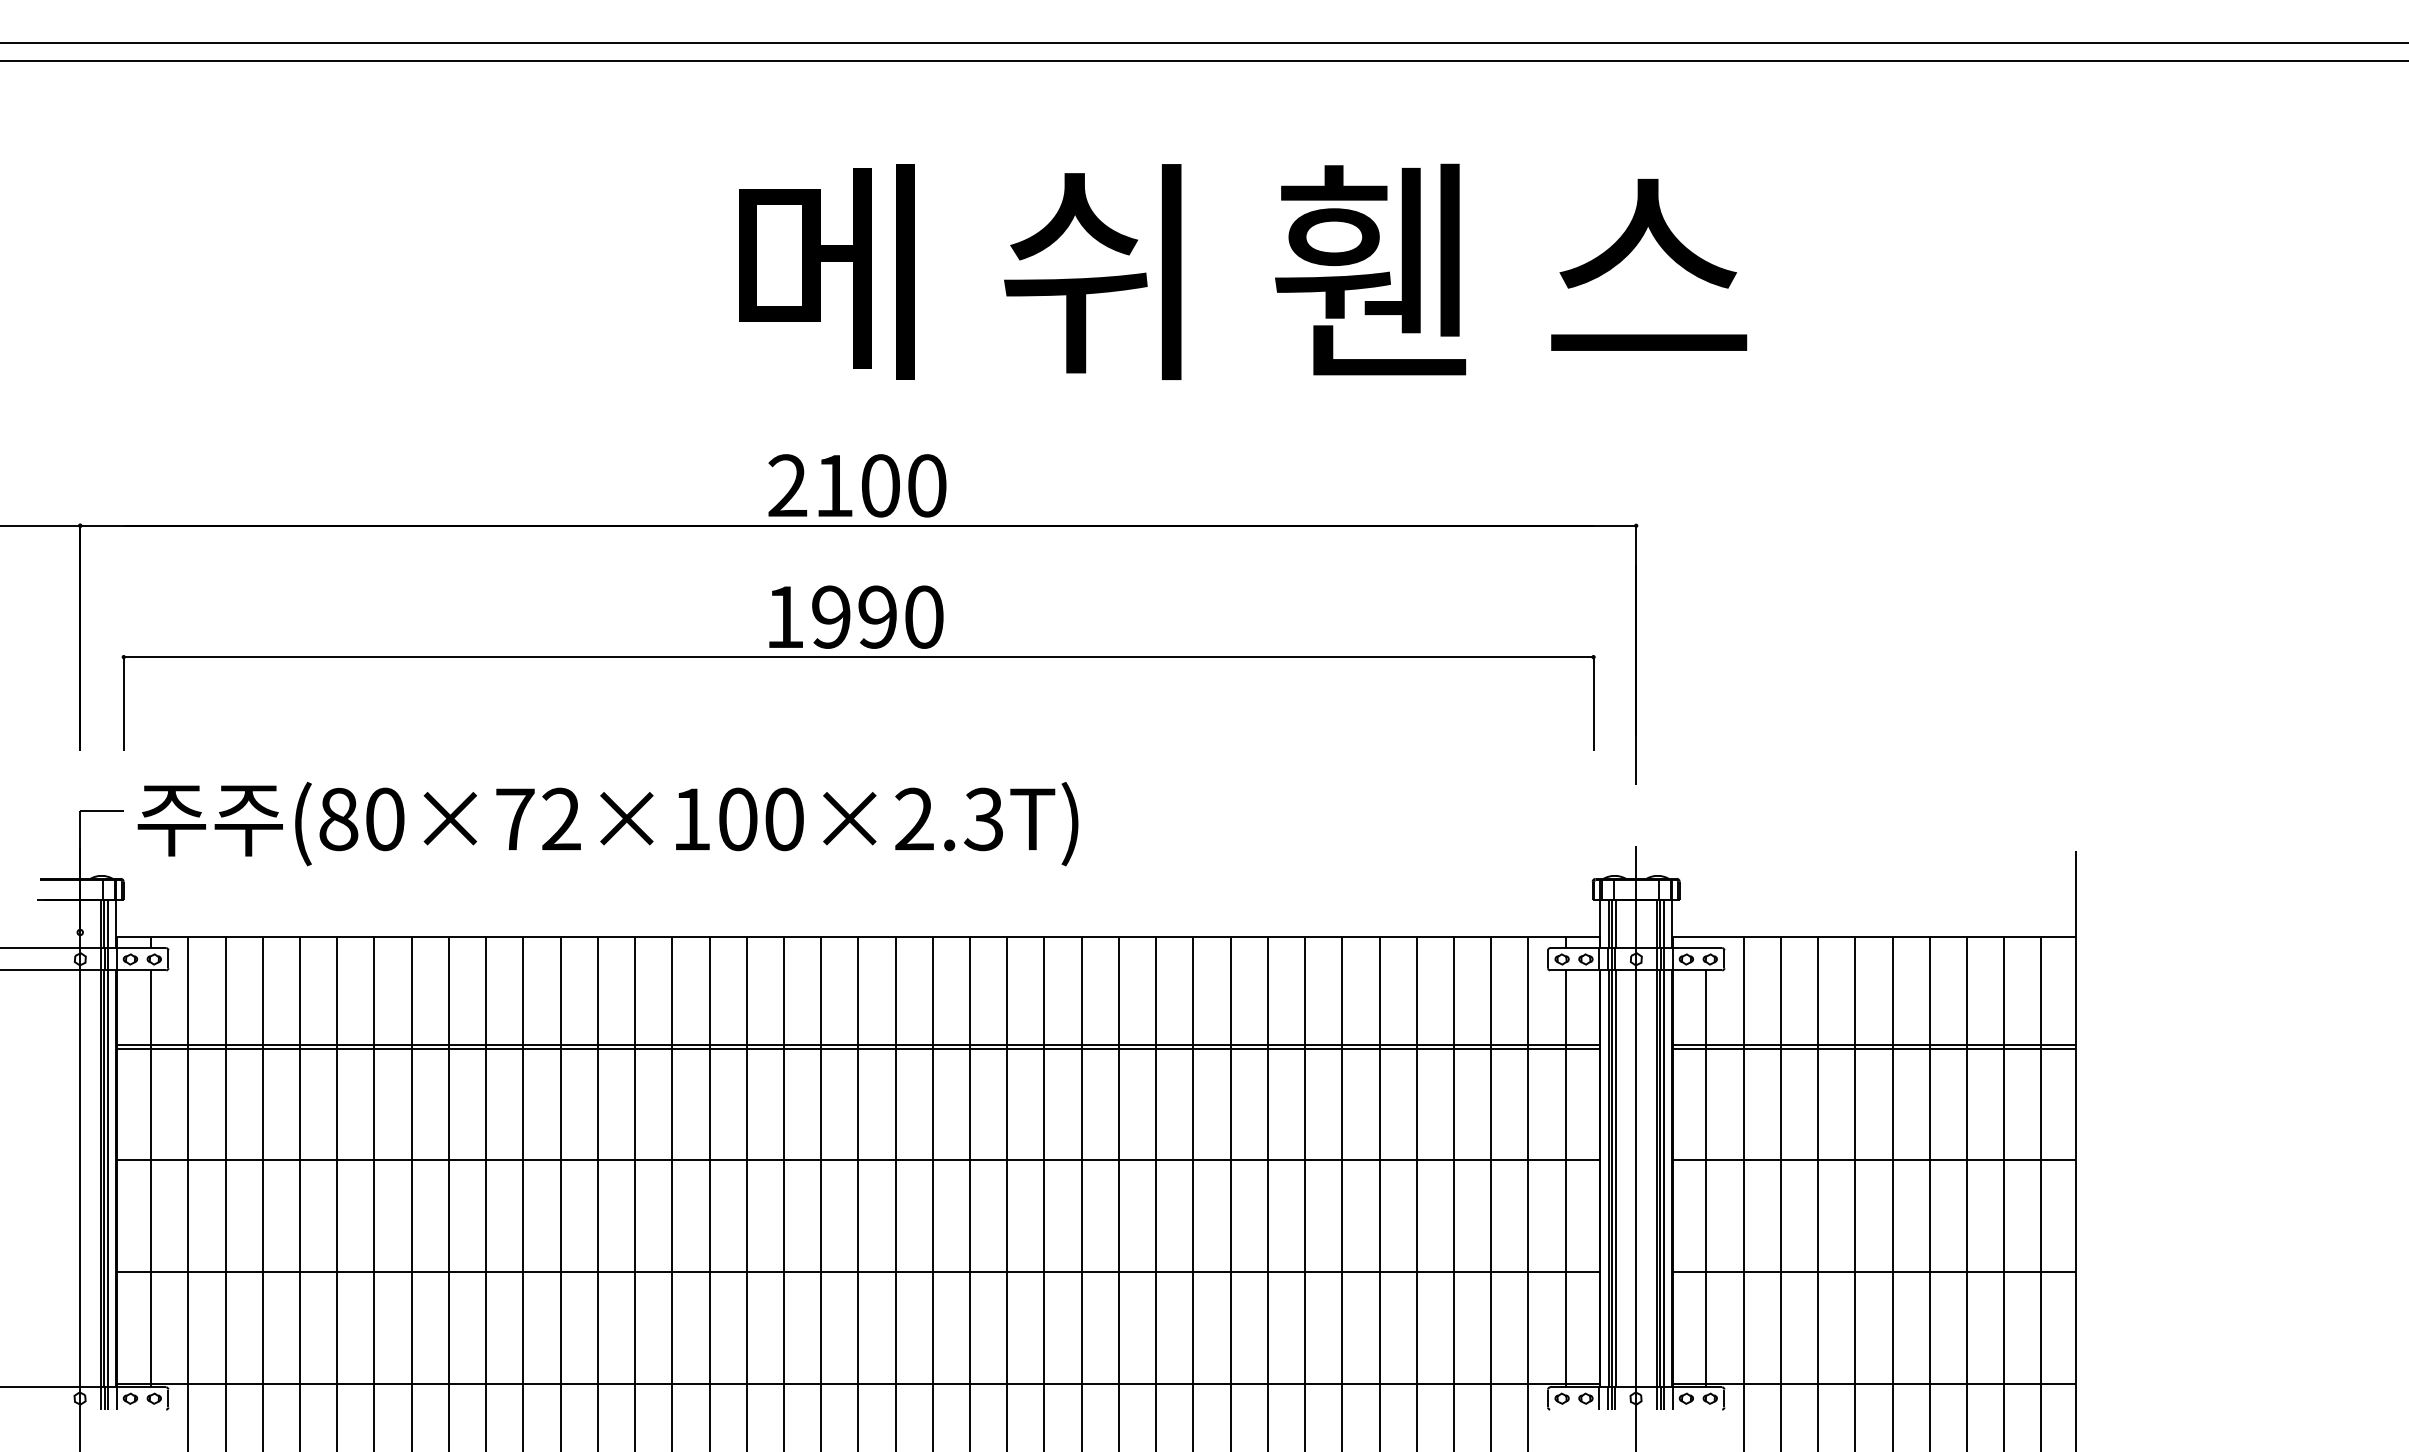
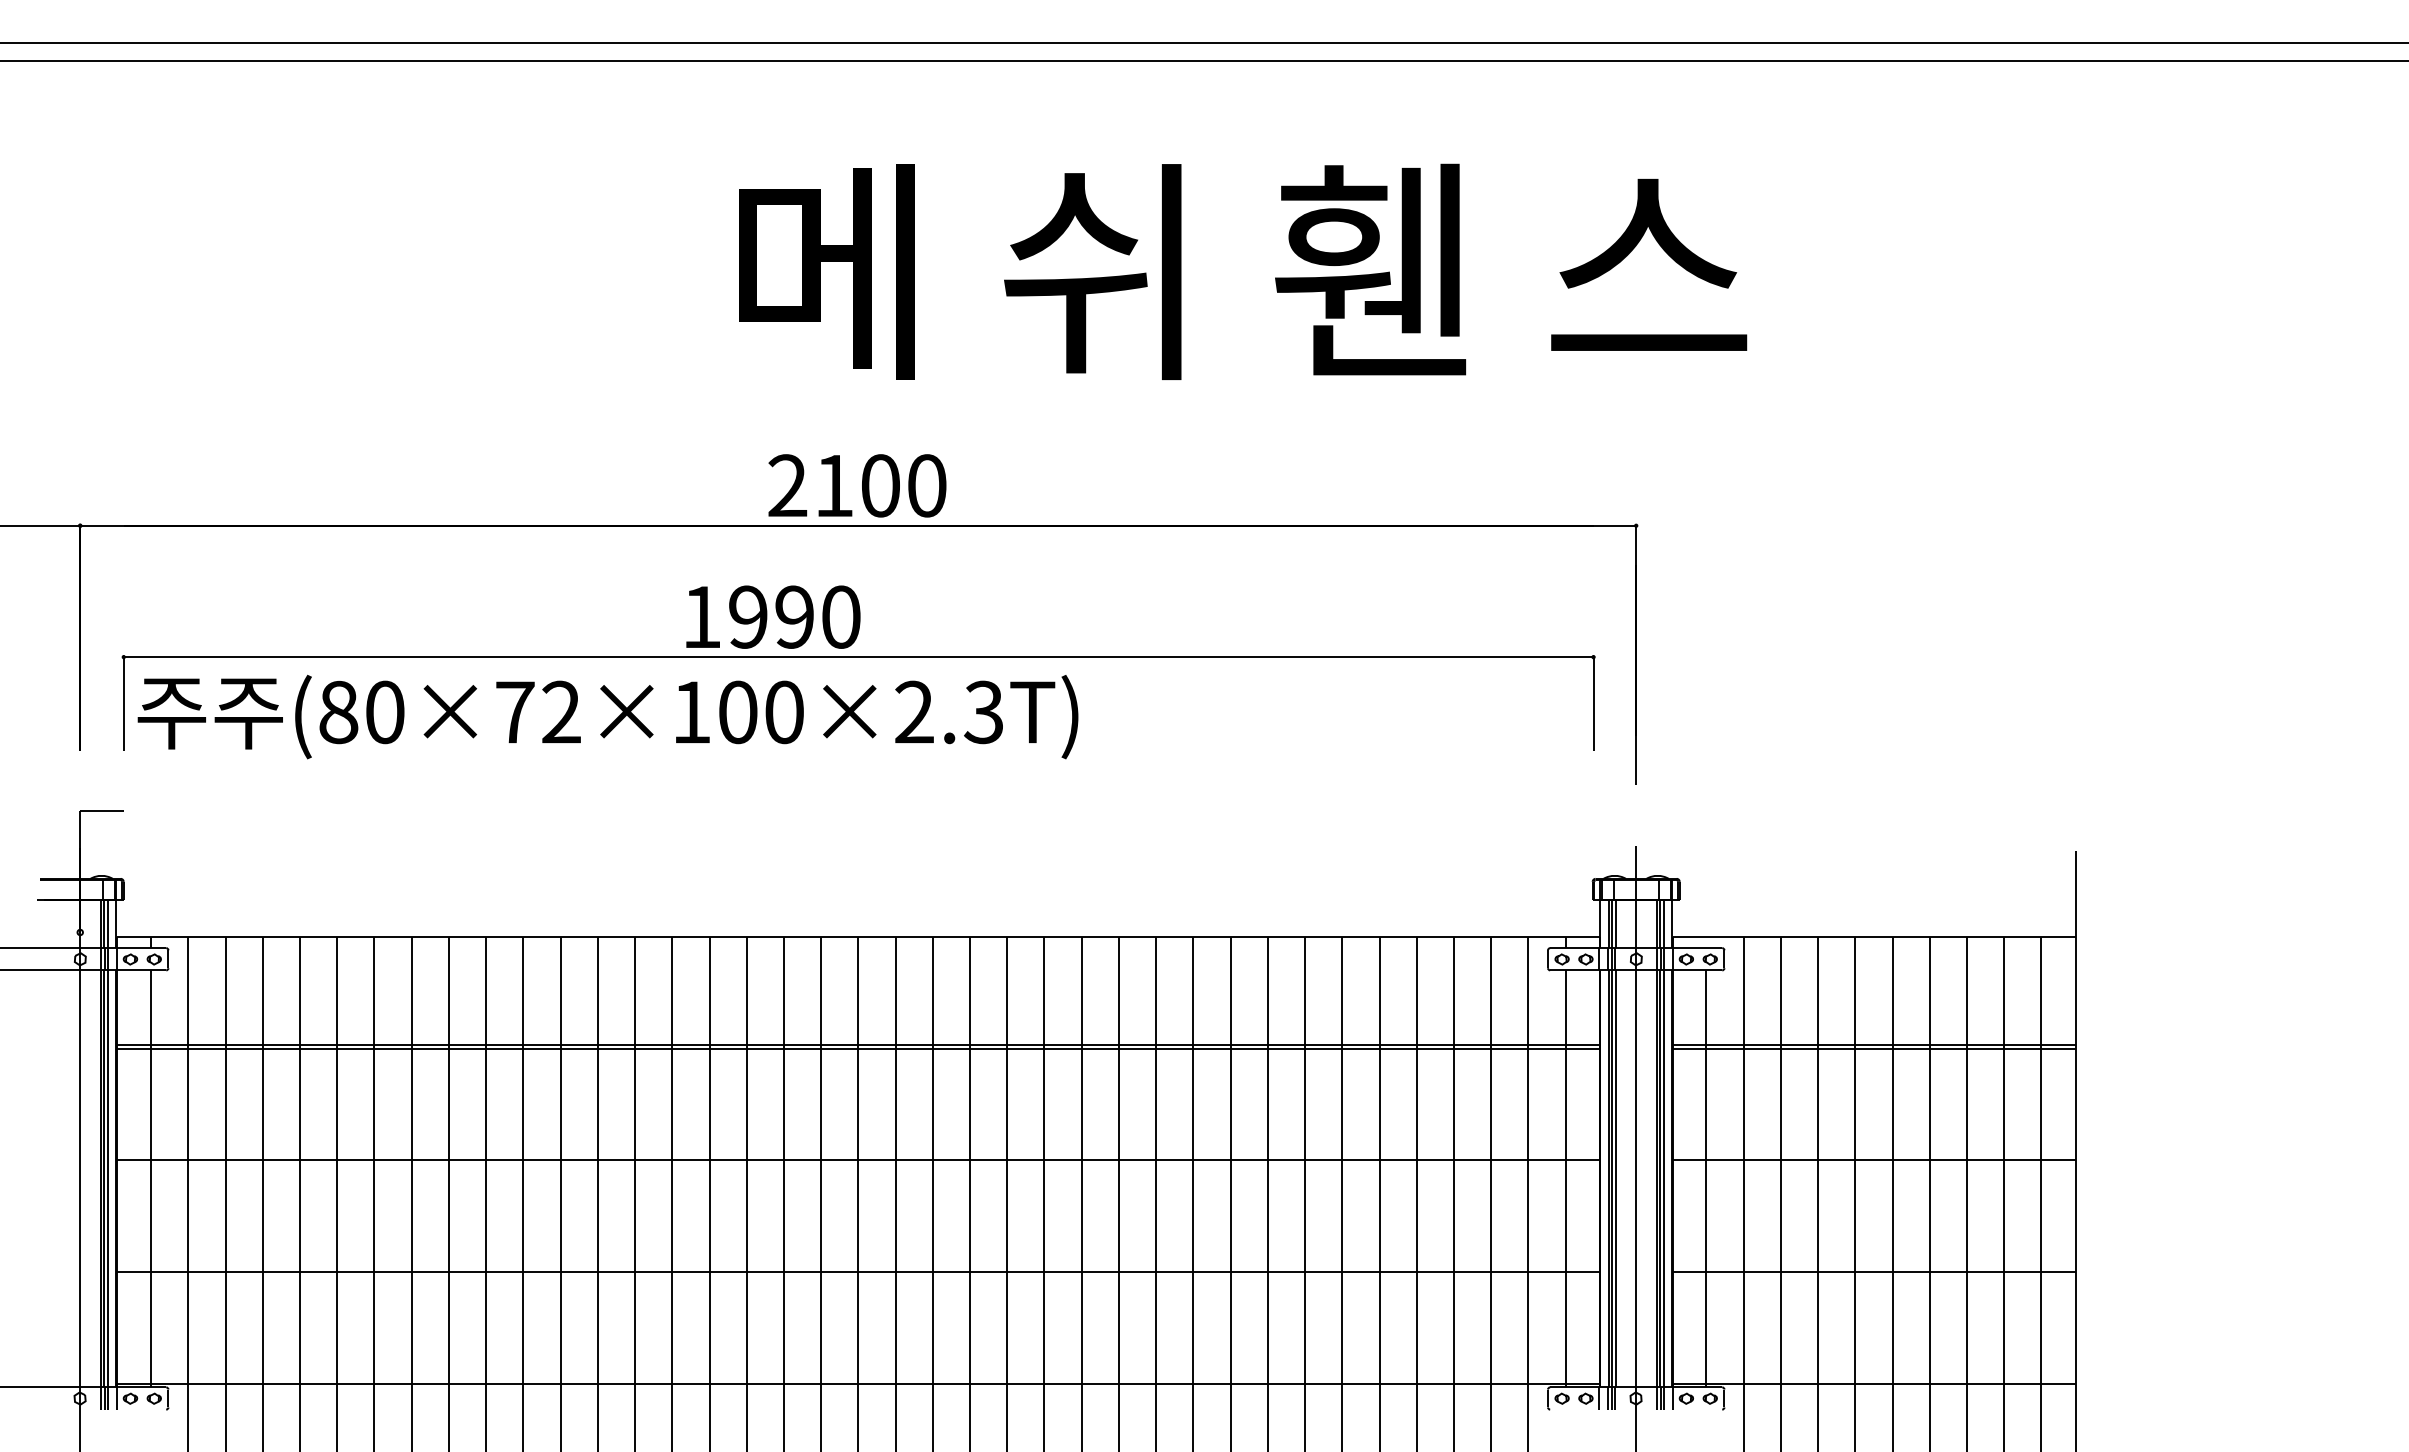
text at (856, 616) position: (856, 616) -> (773, 616)
text at (607, 823) position: (607, 823) -> (607, 716)
